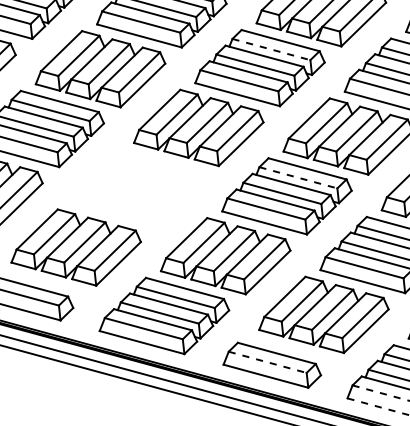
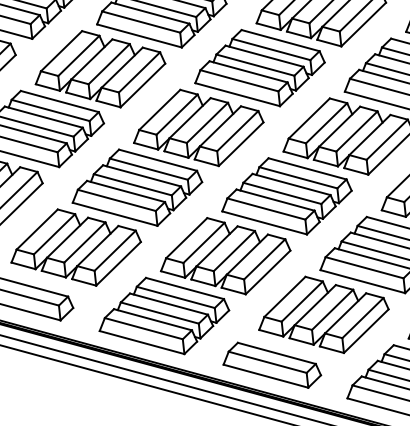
line at (271, 49): dashed -> solid
line at (298, 177): dashed -> solid
part at (137, 187): none -> present
line at (268, 362): dashed -> solid
line at (381, 393): dashed -> solid
line at (378, 406): dashed -> solid
